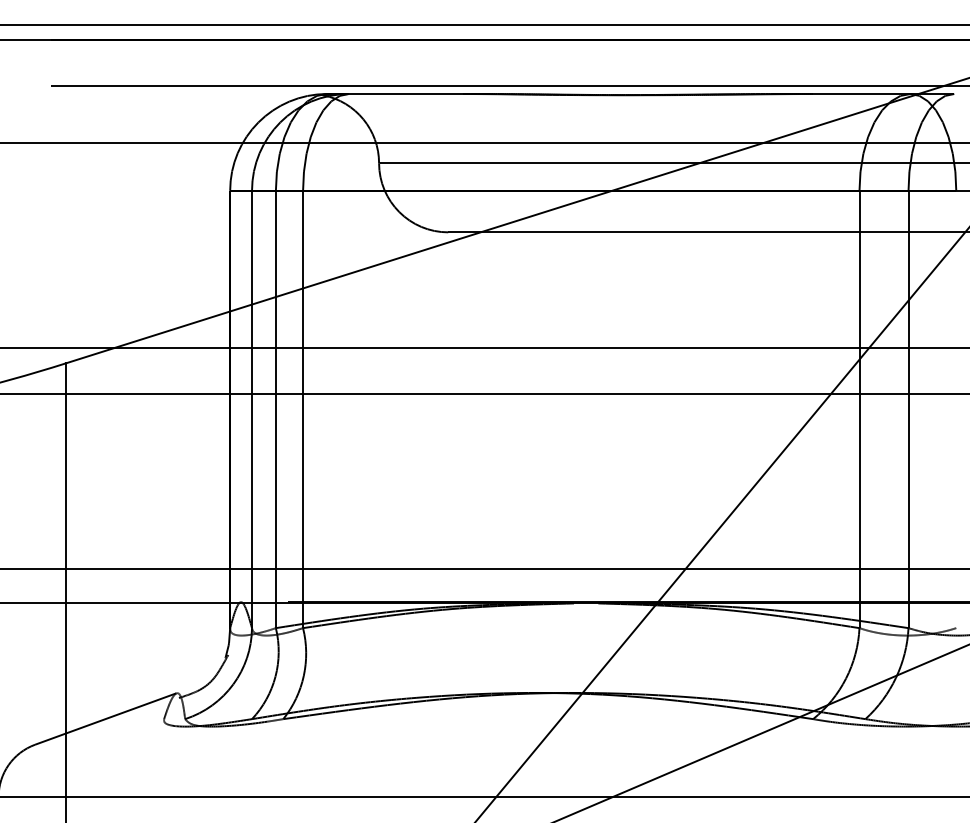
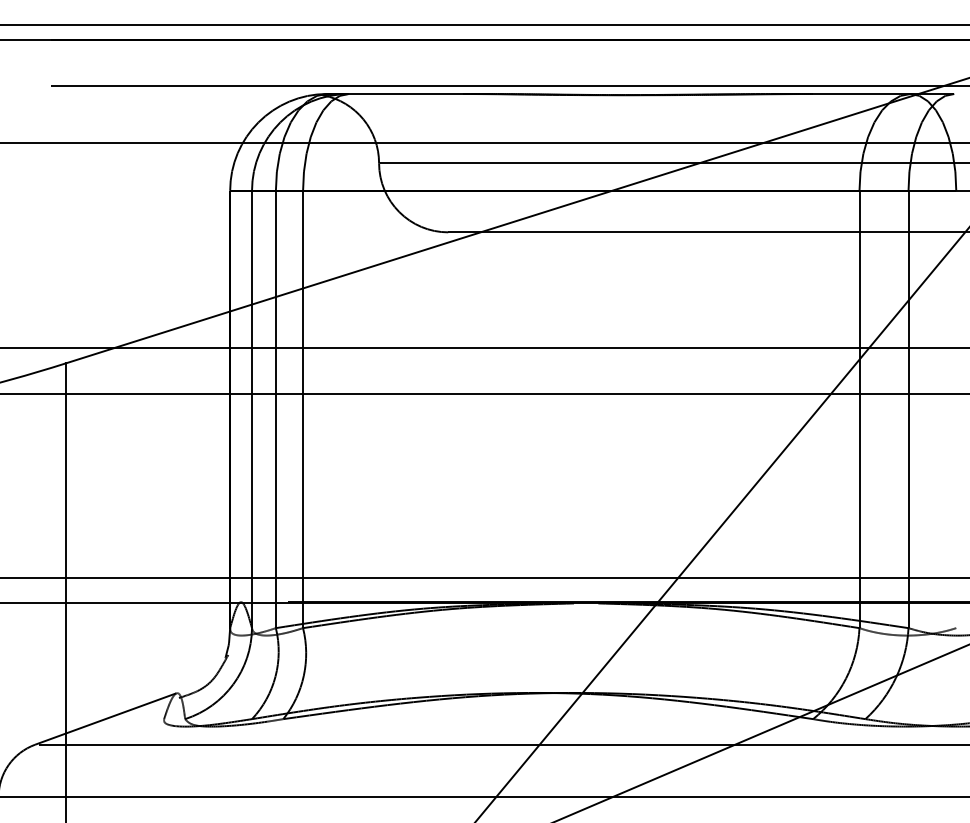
line at (484, 569) position: (484, 569) -> (484, 578)
line at (502, 744): none -> present
